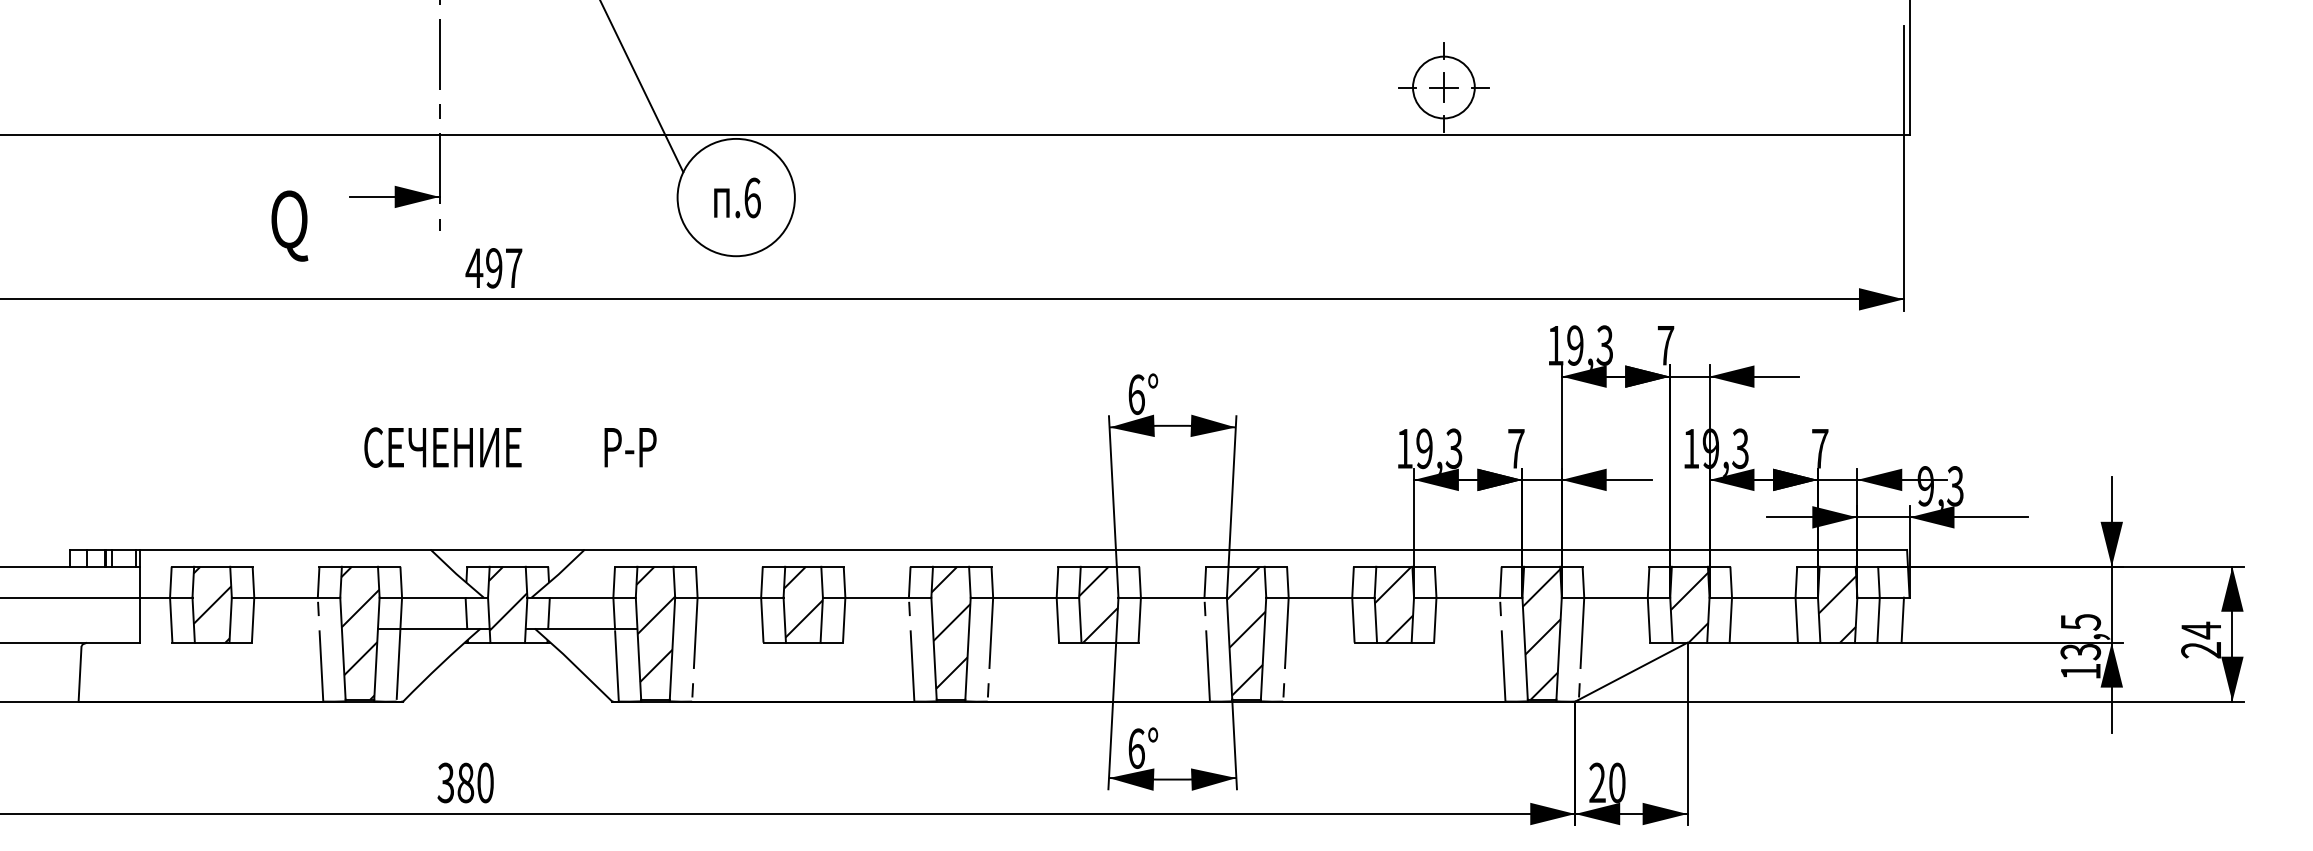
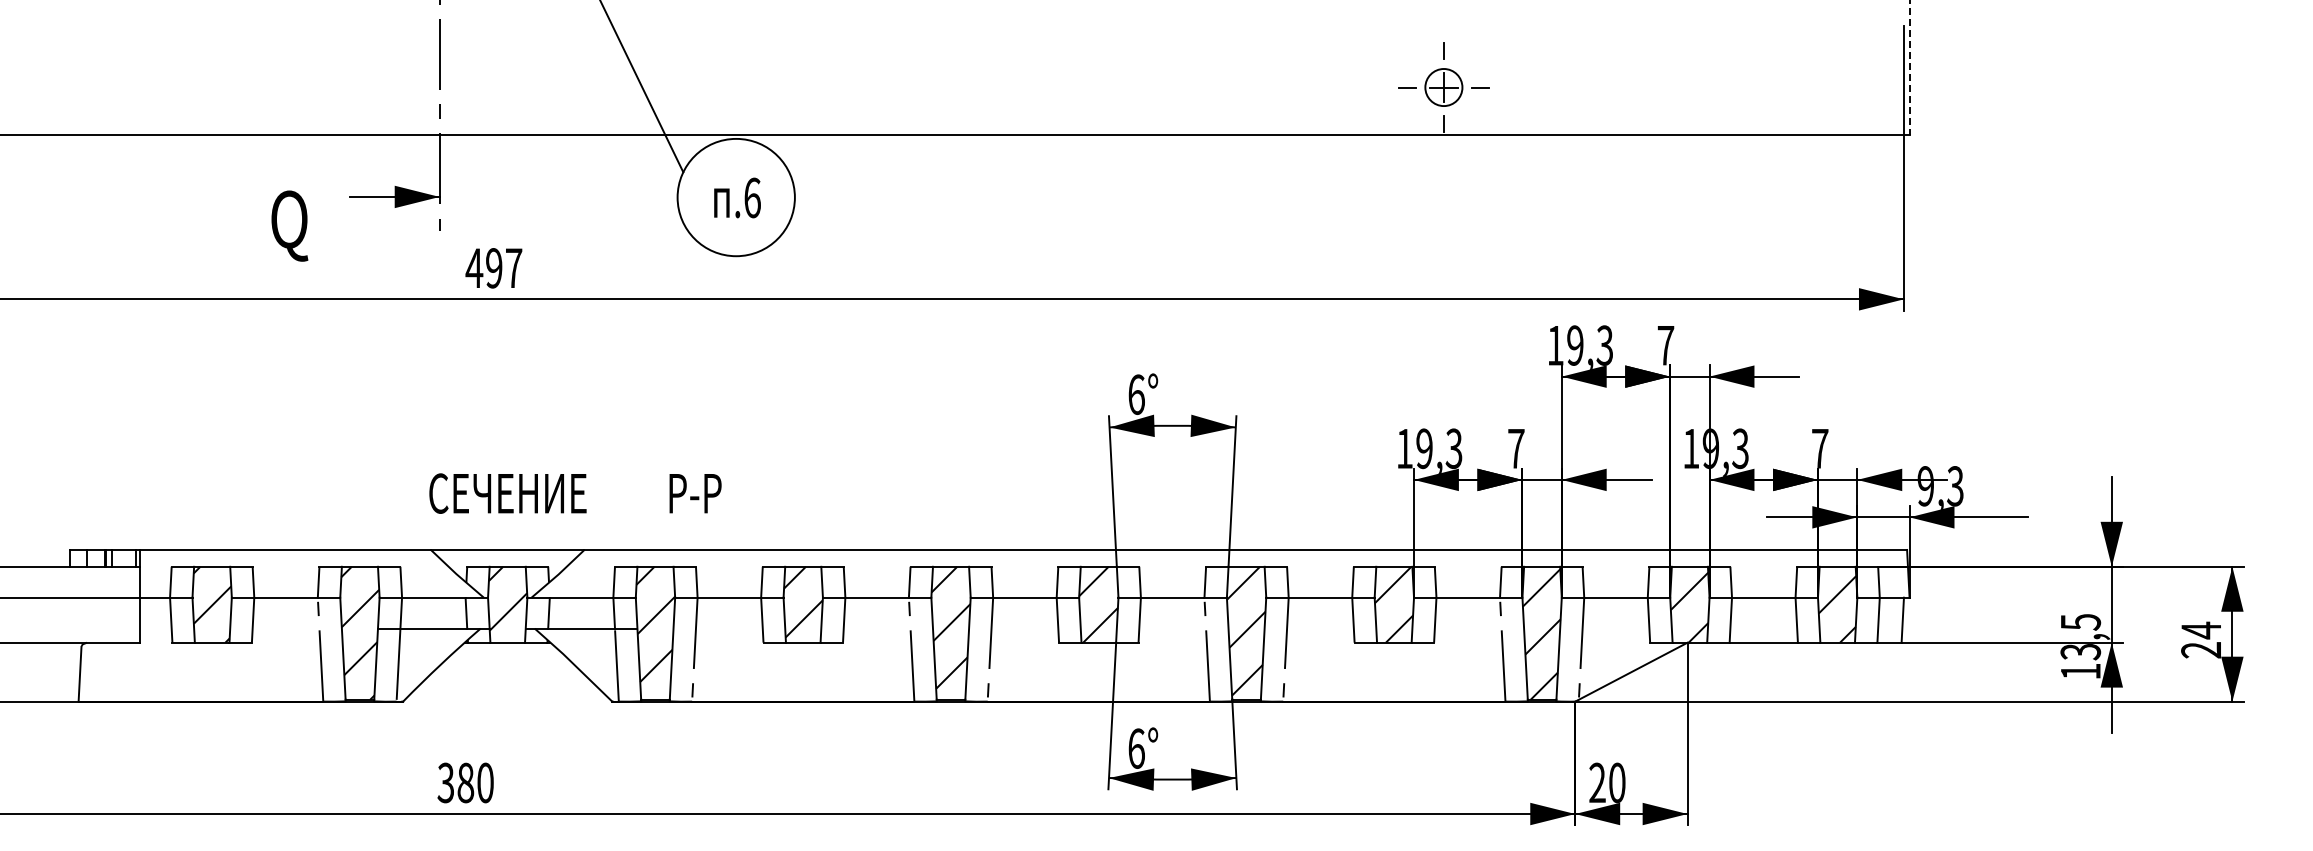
line at (1909, 68): solid -> dashed
circle at (1443, 87) diameter: 62 px -> 37 px
text at (510, 447) position: (510, 447) -> (575, 493)
